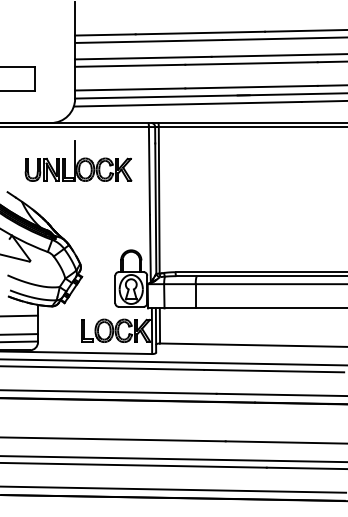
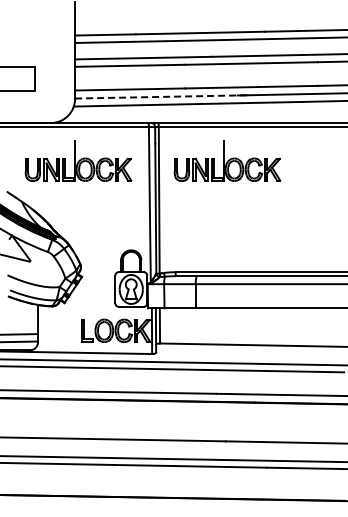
line at (162, 96): solid -> dashed
part at (227, 160): none -> present
line at (20, 315): present -> none
line at (173, 489): present -> none
